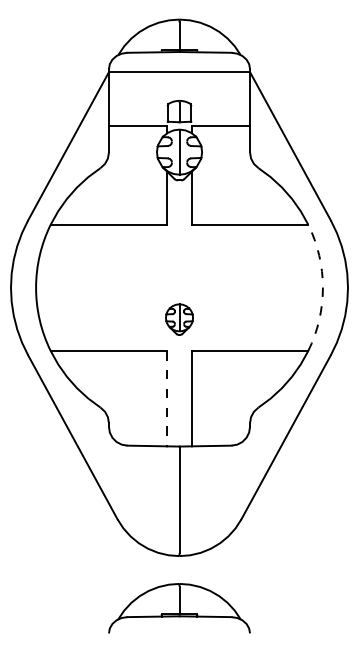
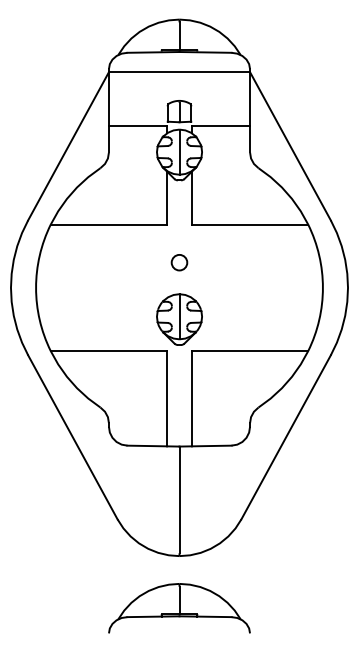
circle at (179, 262): none -> present
arc at (322, 287): dashed -> solid
part at (179, 319) size: 29x33 px -> 47x53 px
line at (167, 398): dashed -> solid
